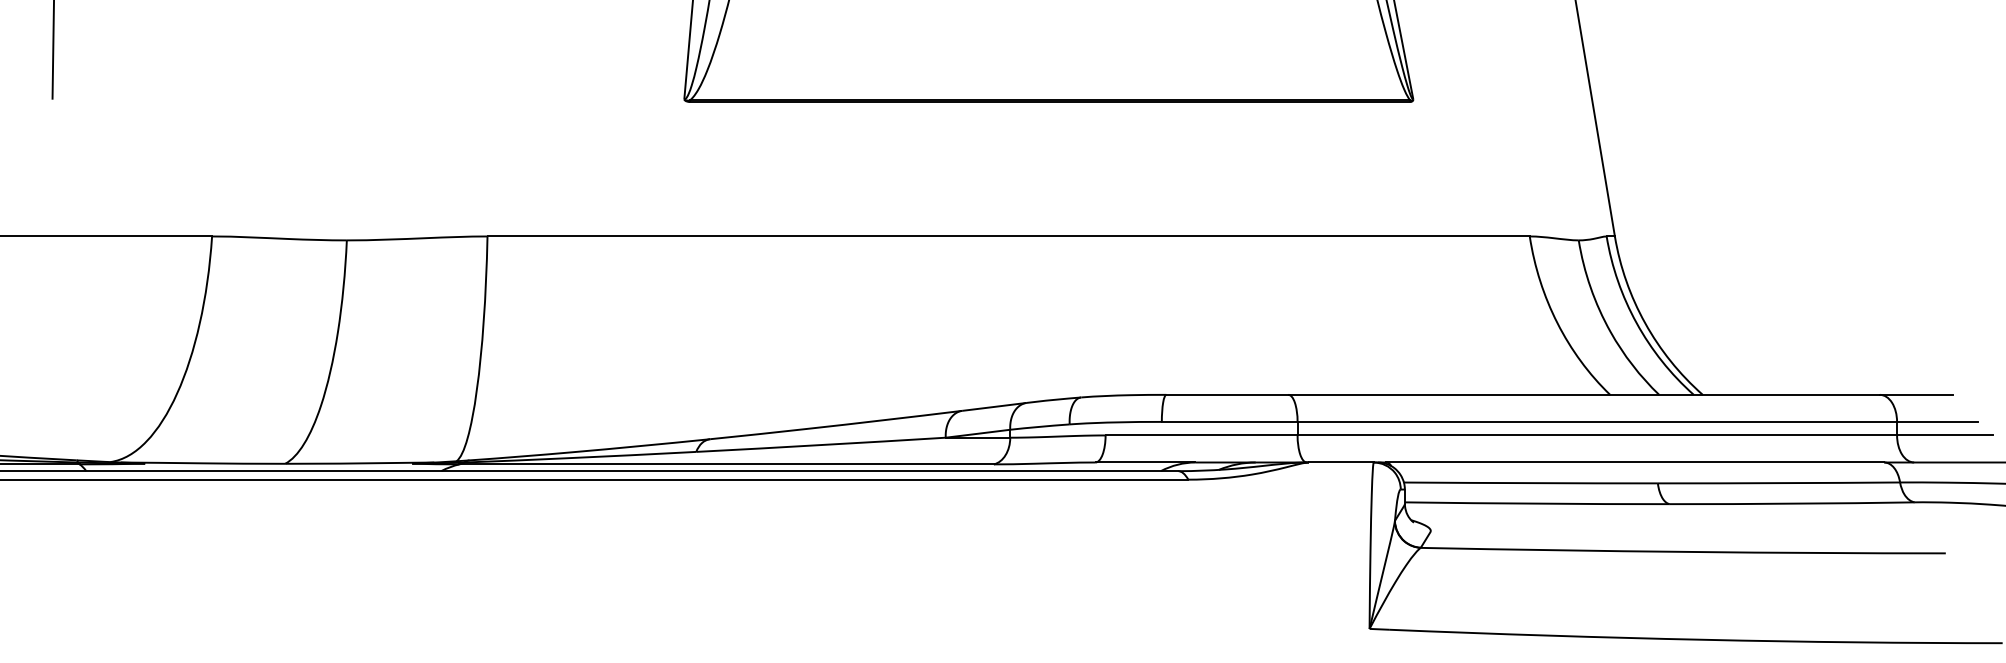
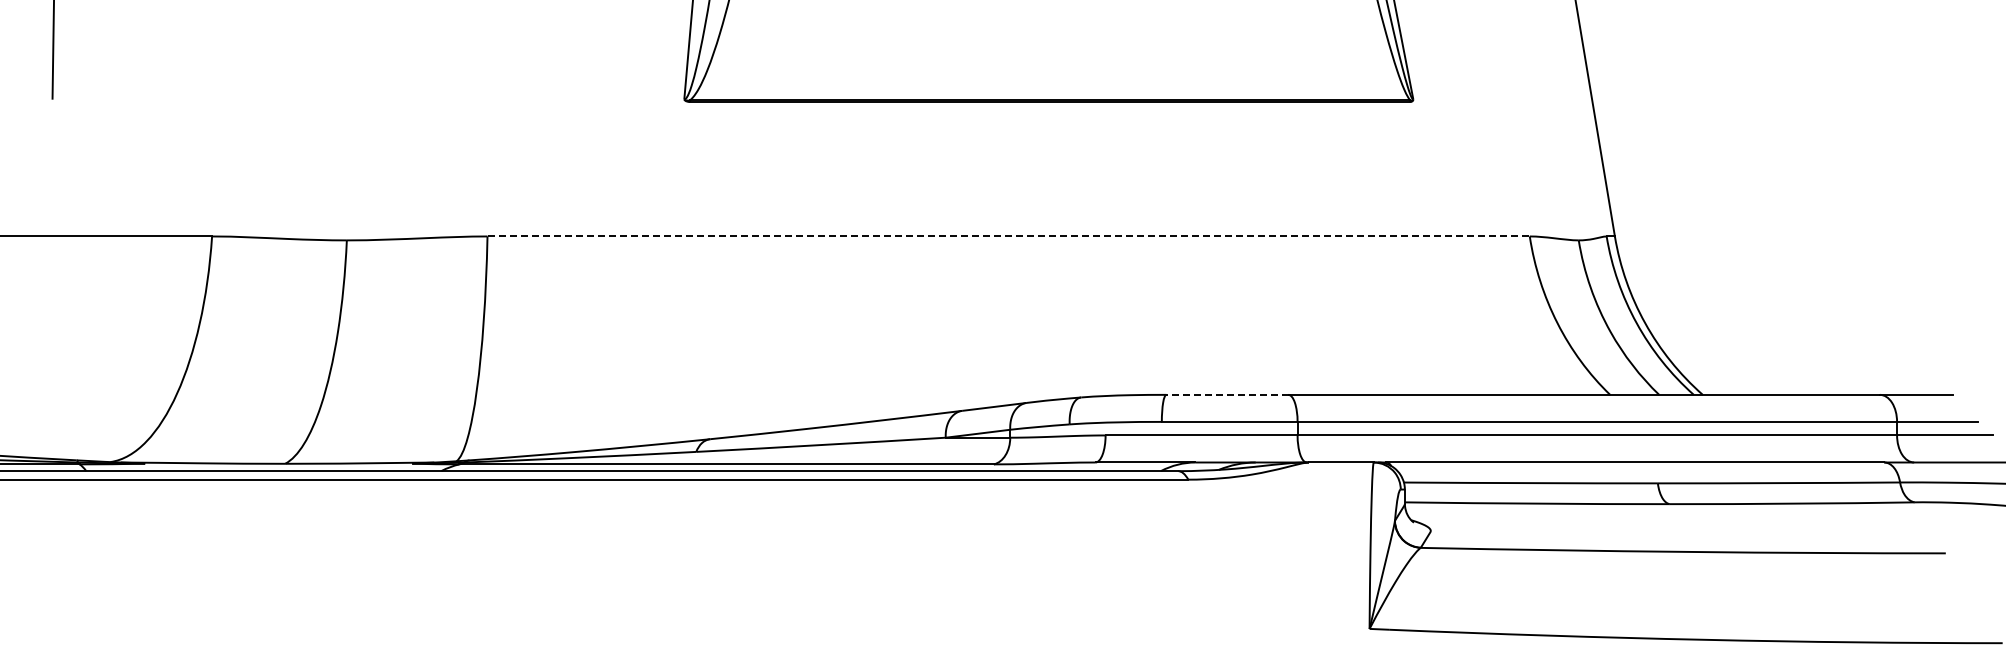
line at (1009, 236): solid -> dashed
line at (1226, 394): solid -> dashed
